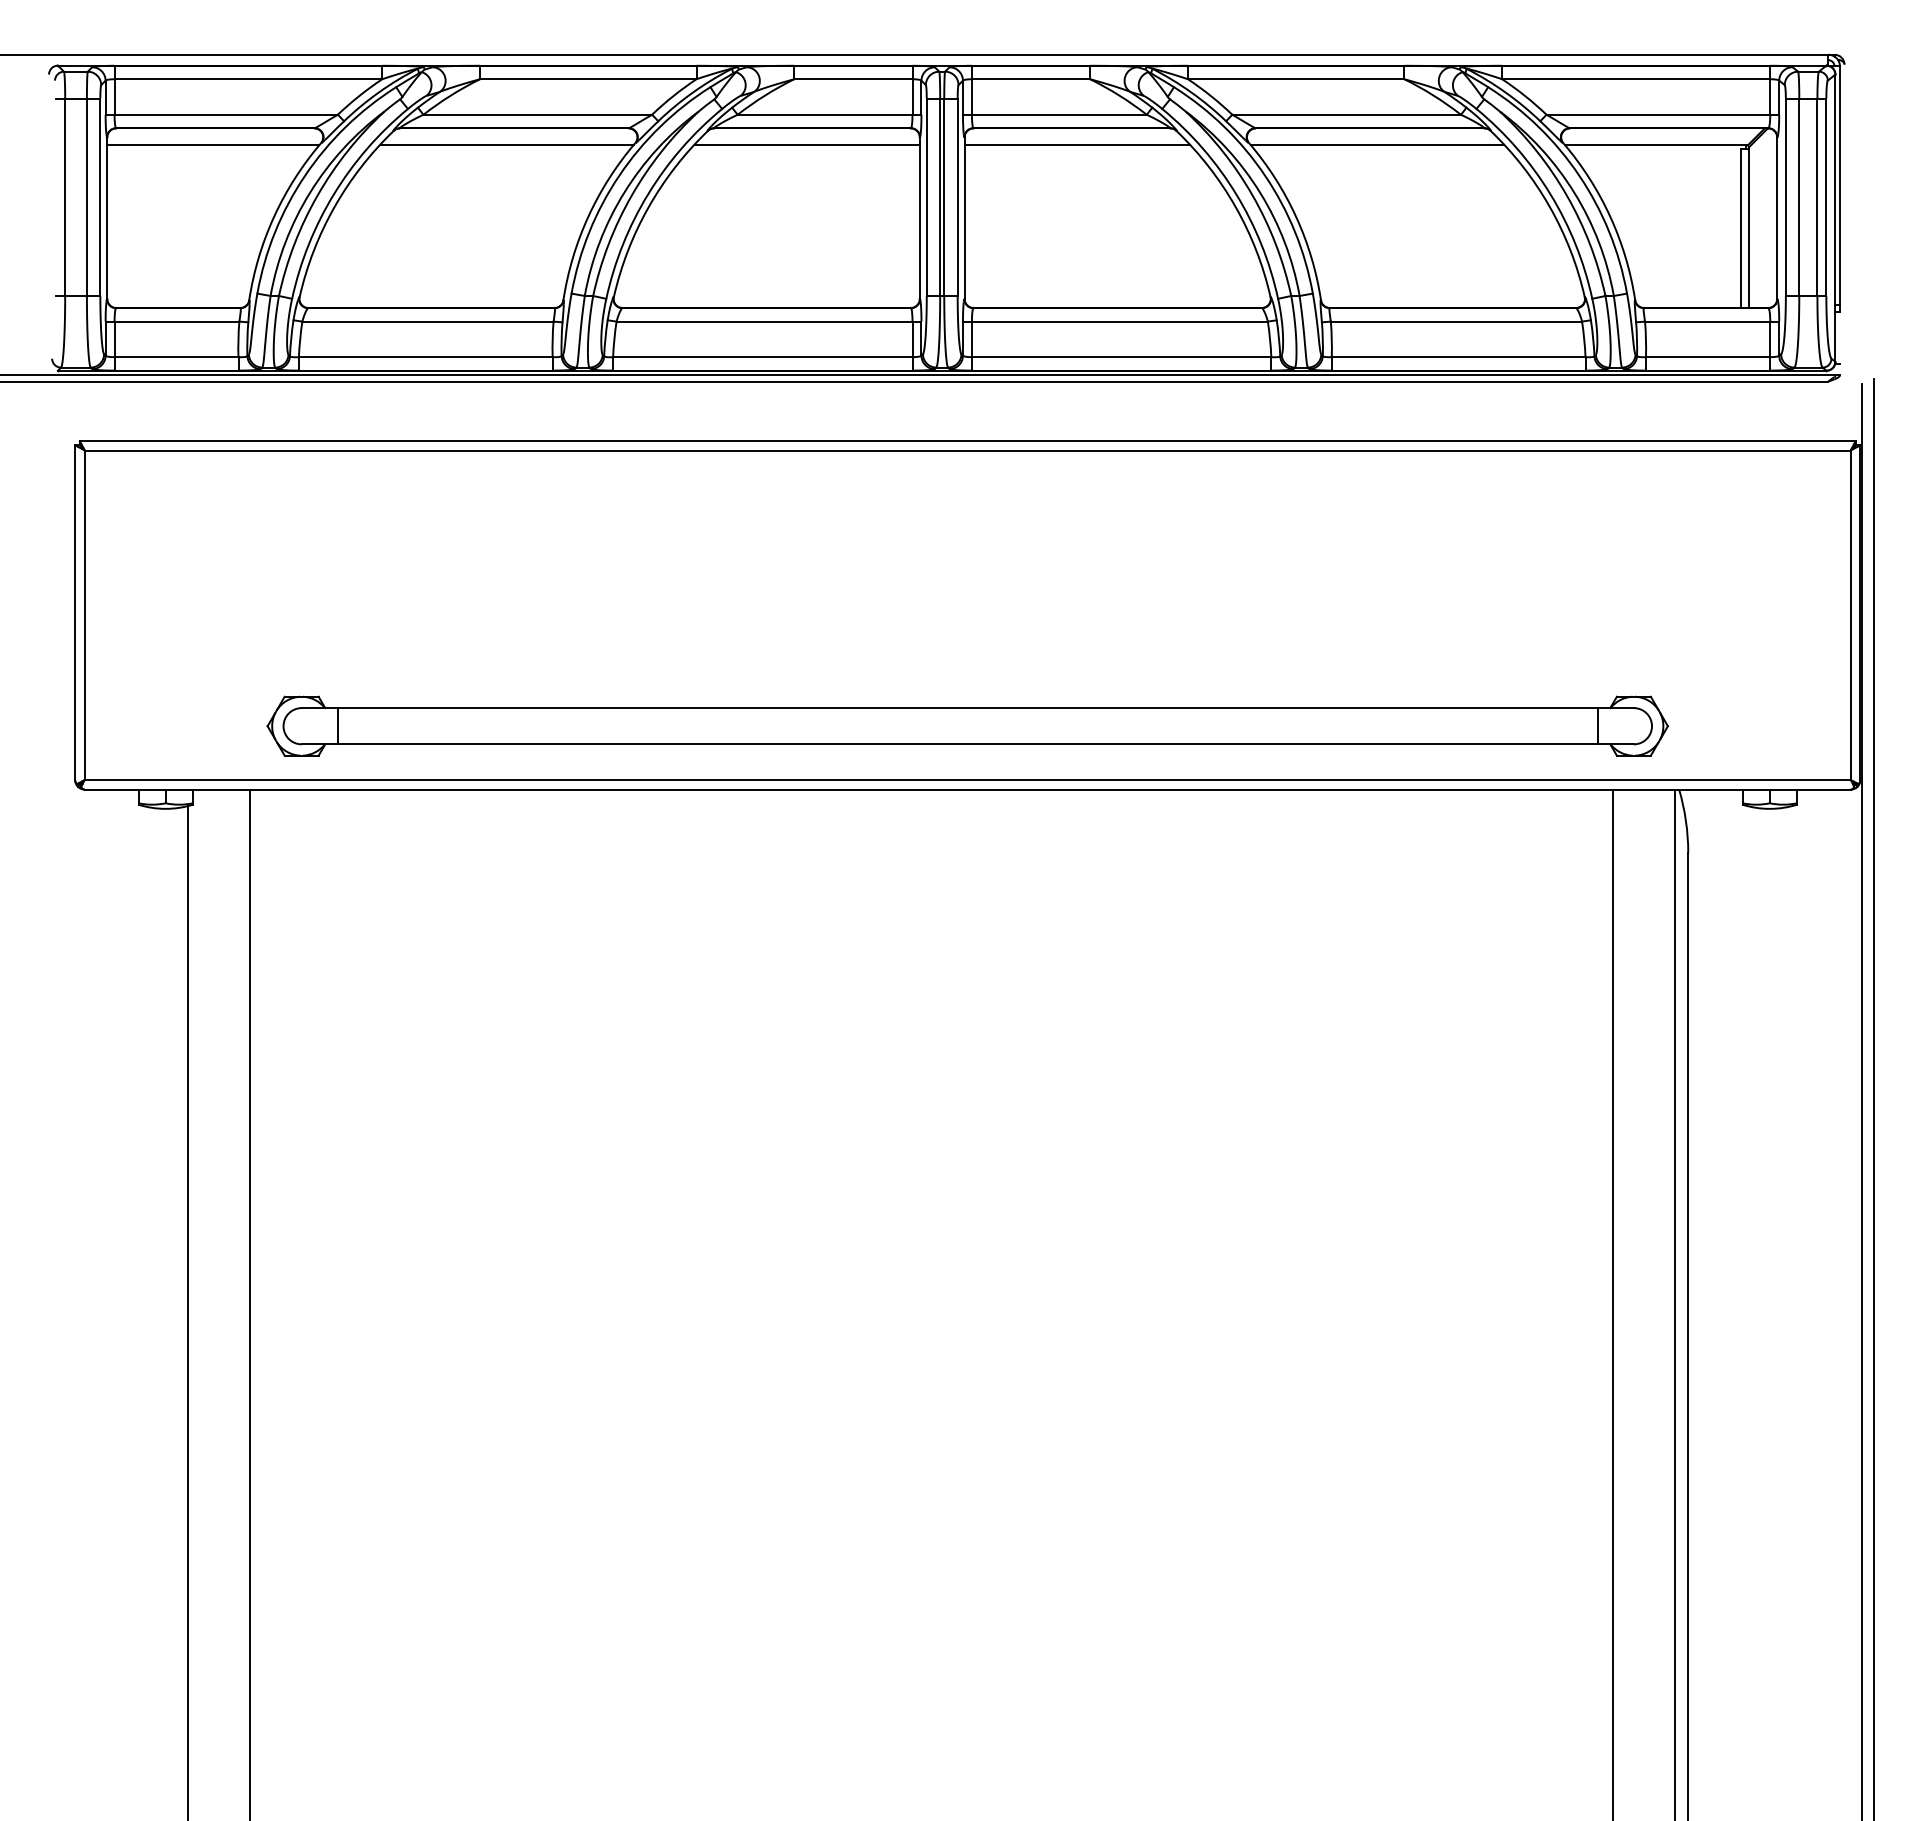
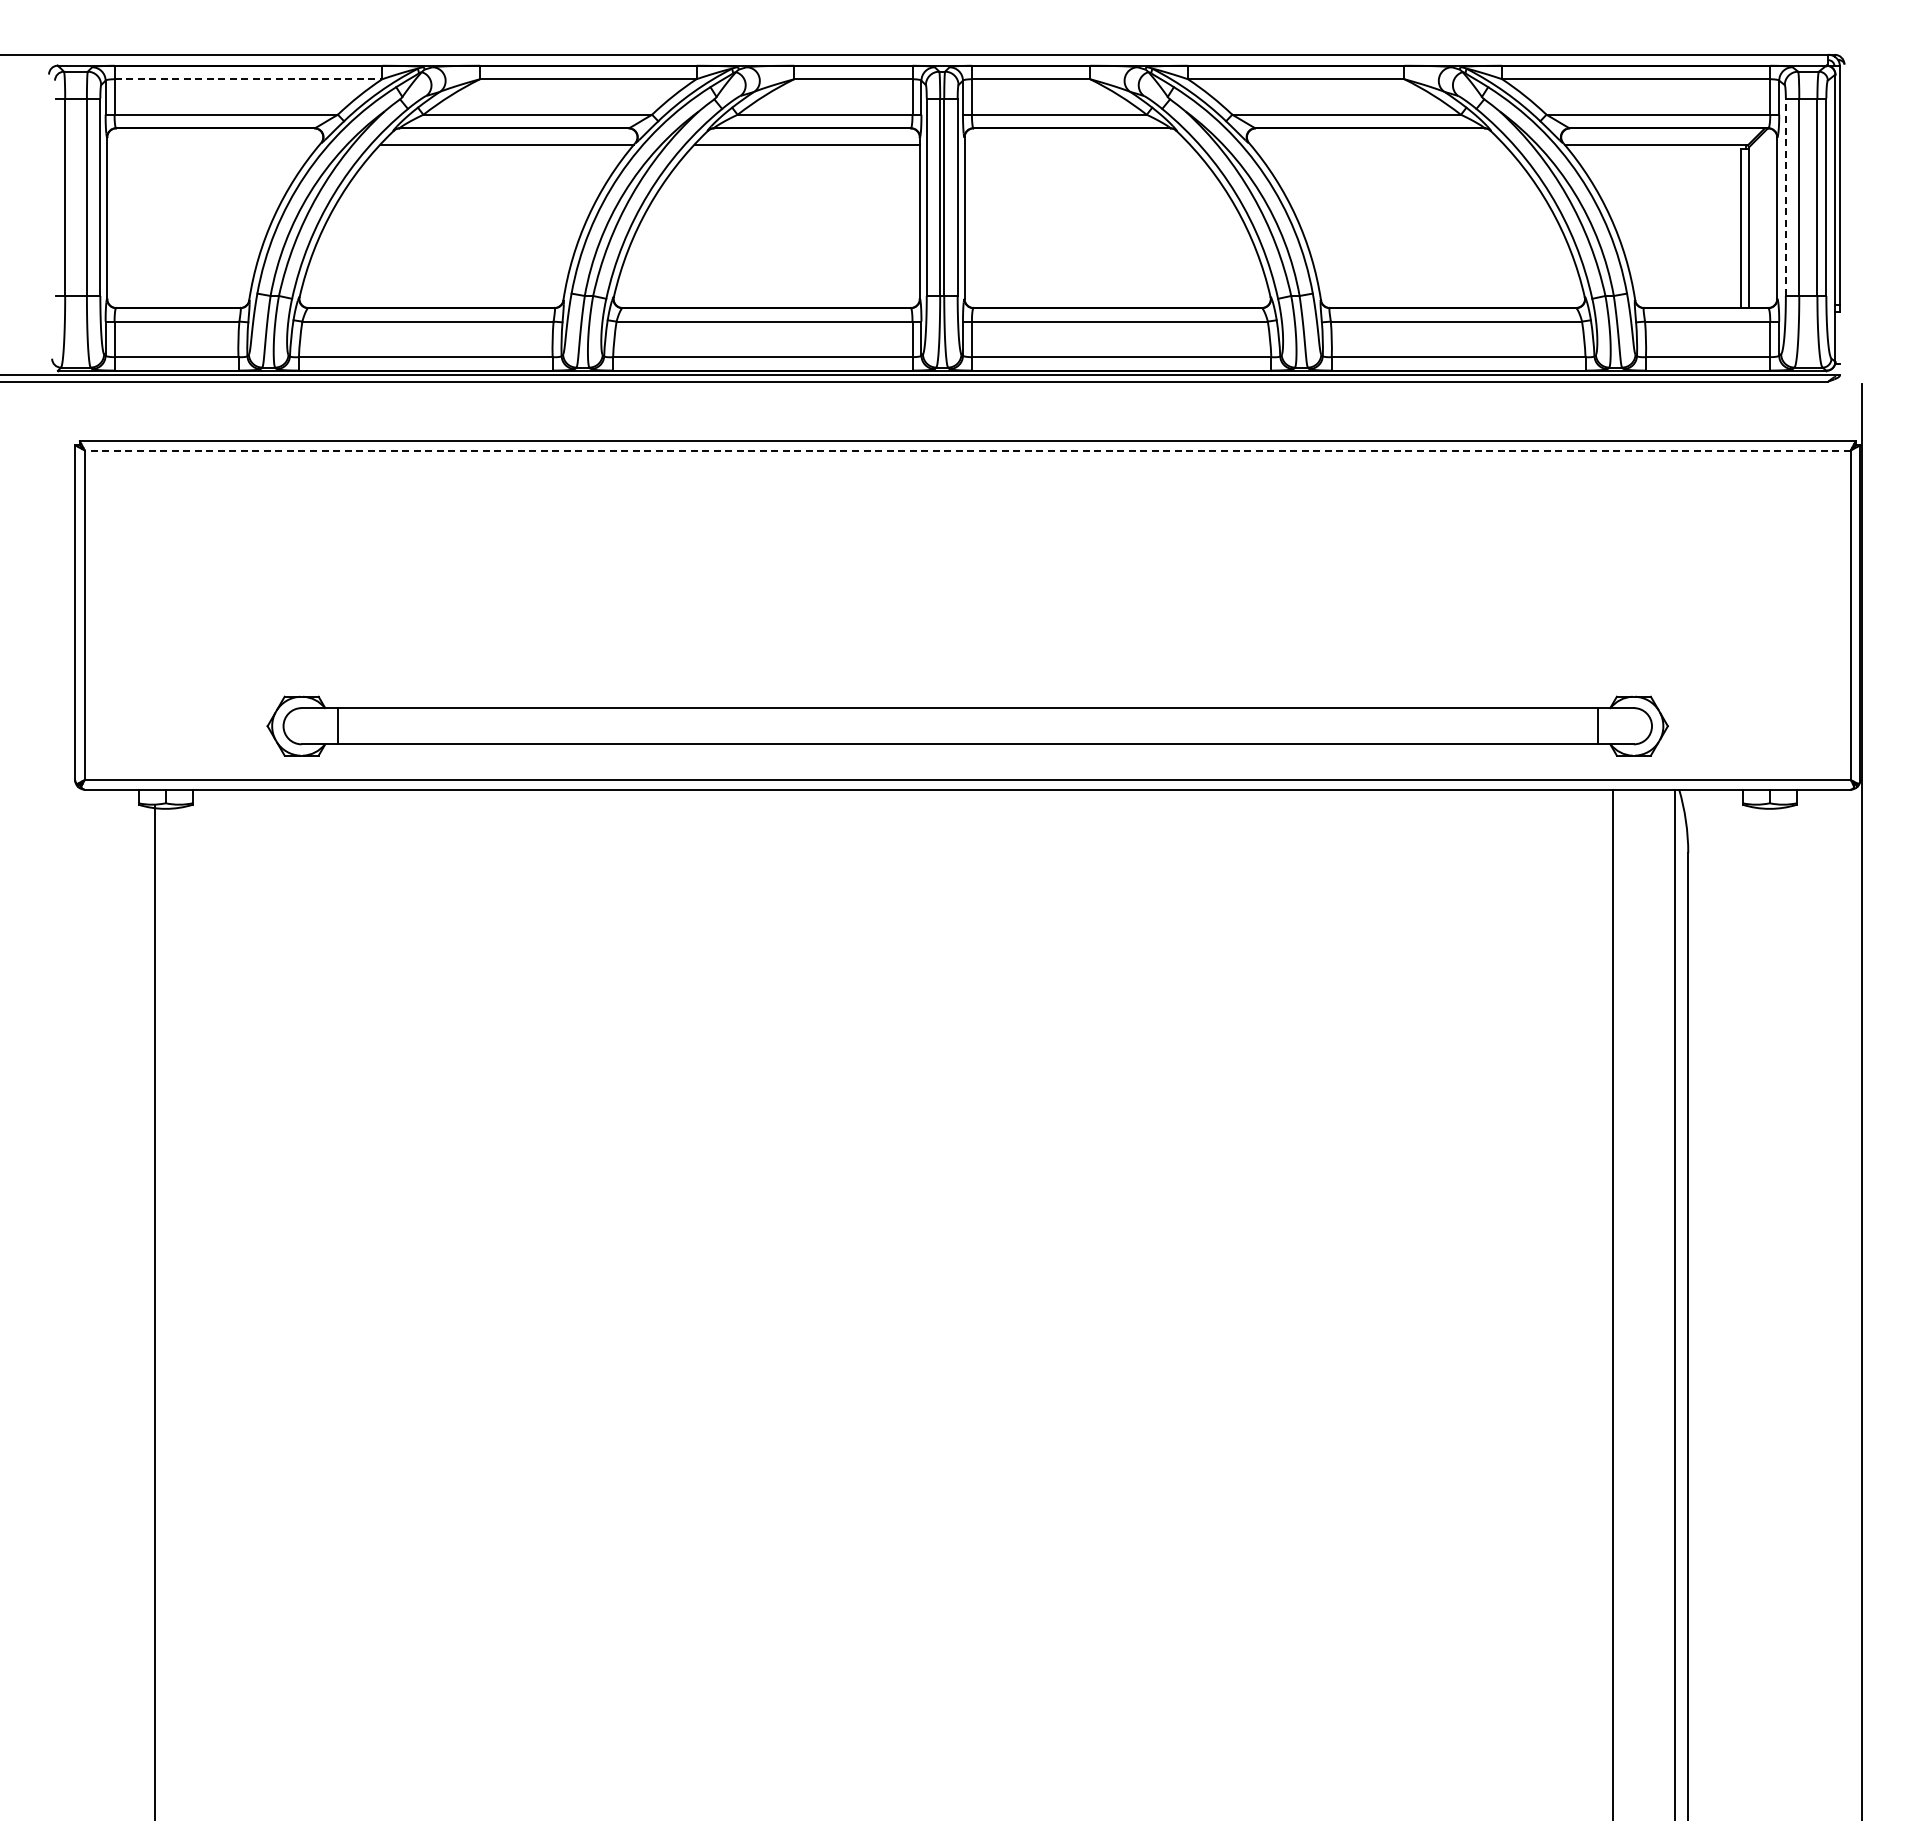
line at (248, 79): solid -> dashed
line at (213, 145): present -> none
line at (1076, 145): present -> none
line at (1376, 145): present -> none
line at (1785, 197): solid -> dashed
line at (967, 450): solid -> dashed
line at (1874, 1098): present -> none
line at (249, 1303): present -> none
line at (188, 1311) position: (188, 1311) -> (155, 1311)
